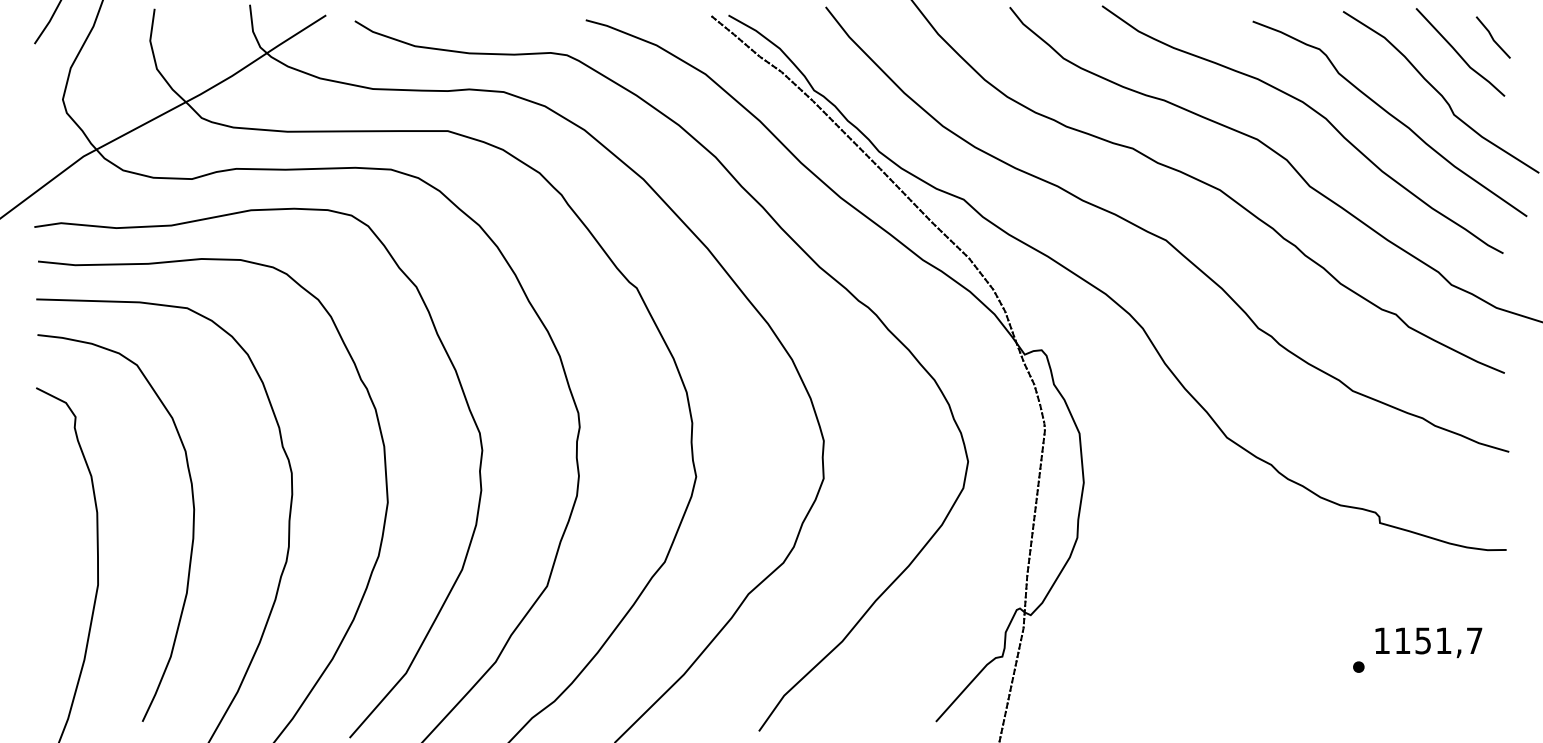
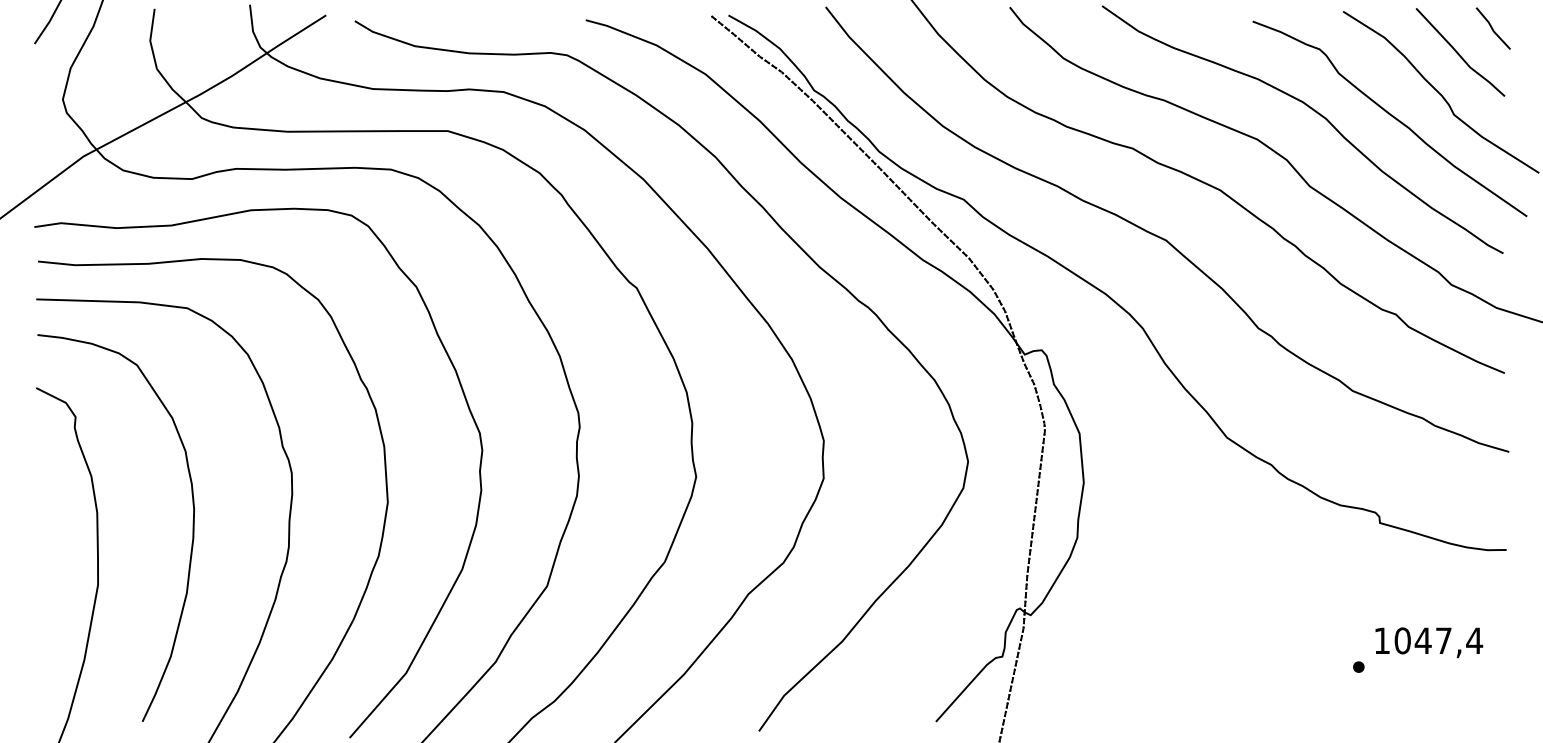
line at (1492, 37) position: (1492, 37) -> (1492, 28)
text at (1438, 640): 1151,7 -> 1047,4
